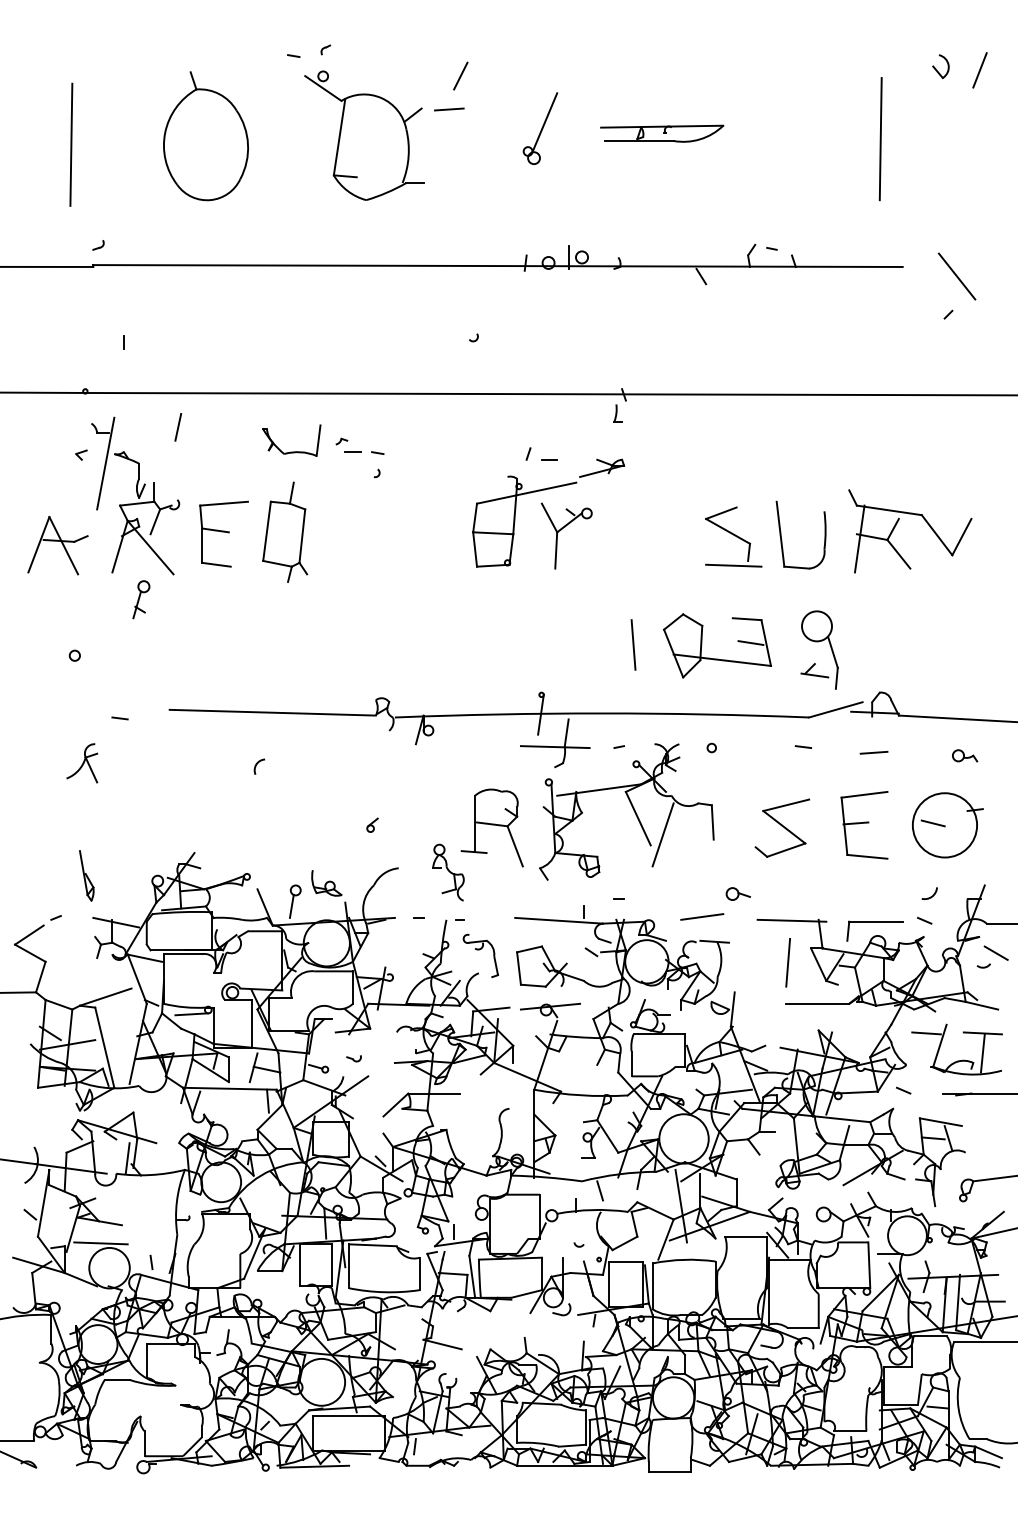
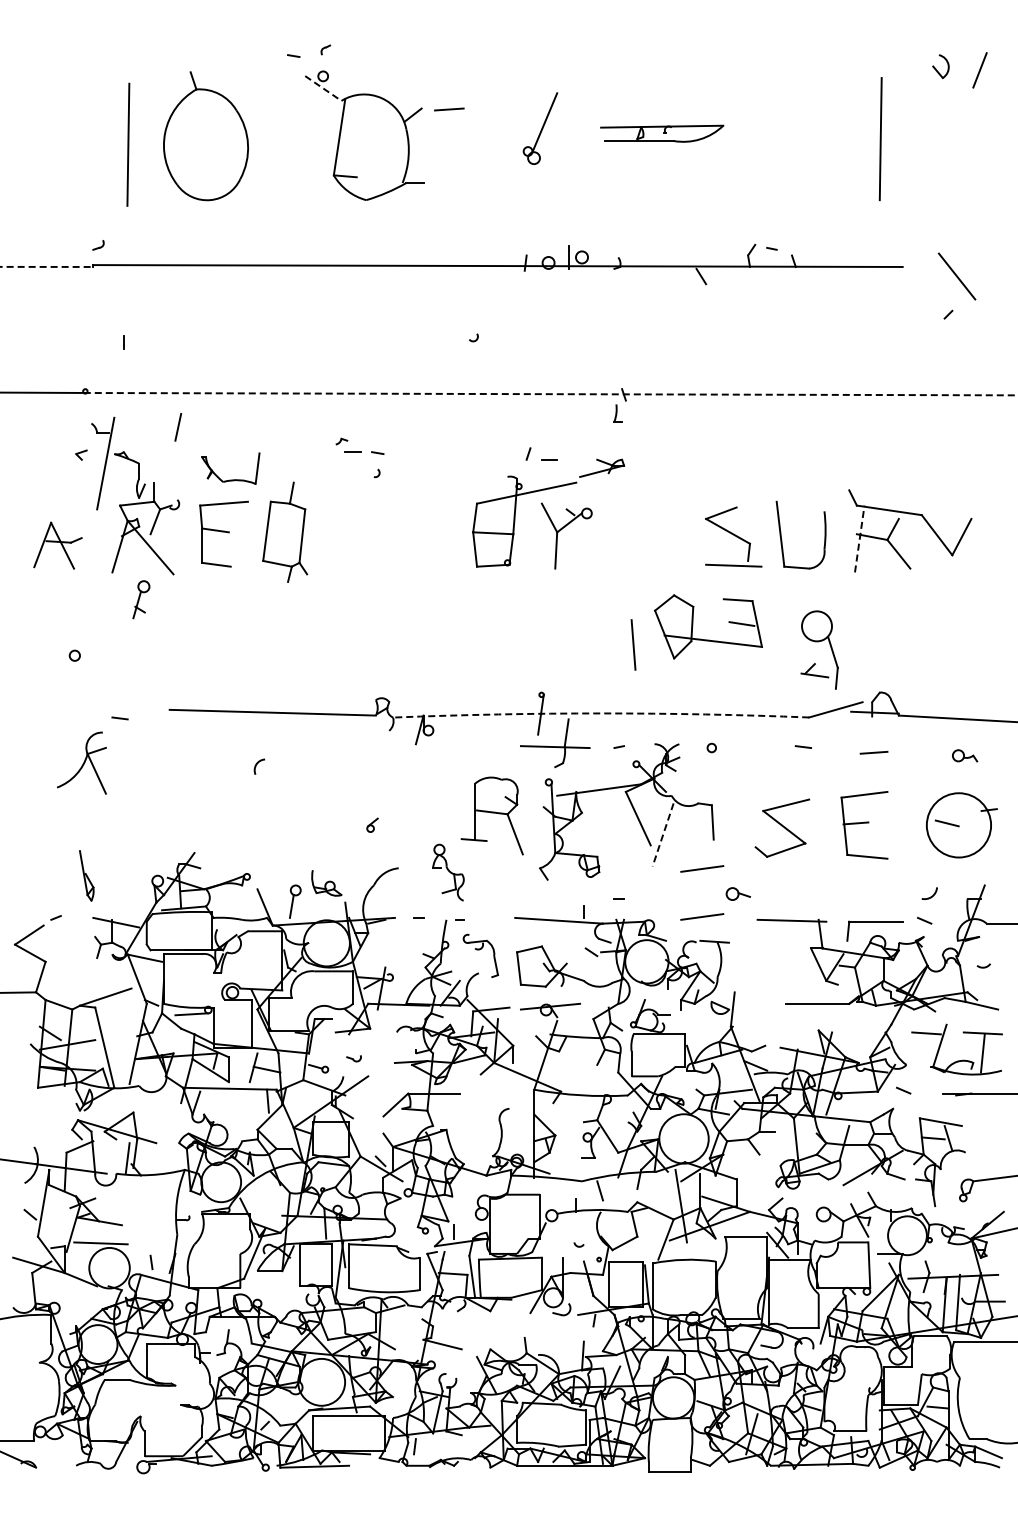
line at (460, 75): present -> none
line at (323, 88): solid -> dashed
line at (71, 144) position: (71, 144) -> (128, 144)
line at (47, 266): solid -> dashed
line at (550, 394): solid -> dashed
part at (291, 451) position: (291, 451) -> (230, 479)
line at (859, 539): solid -> dashed
part at (57, 545) size: 62x60 px -> 50x49 px
part at (717, 658) position: (717, 658) -> (708, 639)
arc at (602, 713): solid -> dashed
part at (82, 763) size: 33x41 px -> 50x64 px
part at (947, 825) position: (947, 825) -> (961, 825)
part at (491, 827) position: (491, 827) -> (491, 815)
line at (662, 835): solid -> dashed
line at (702, 868): none -> present
line at (995, 952): present -> none
line at (788, 962): present -> none
